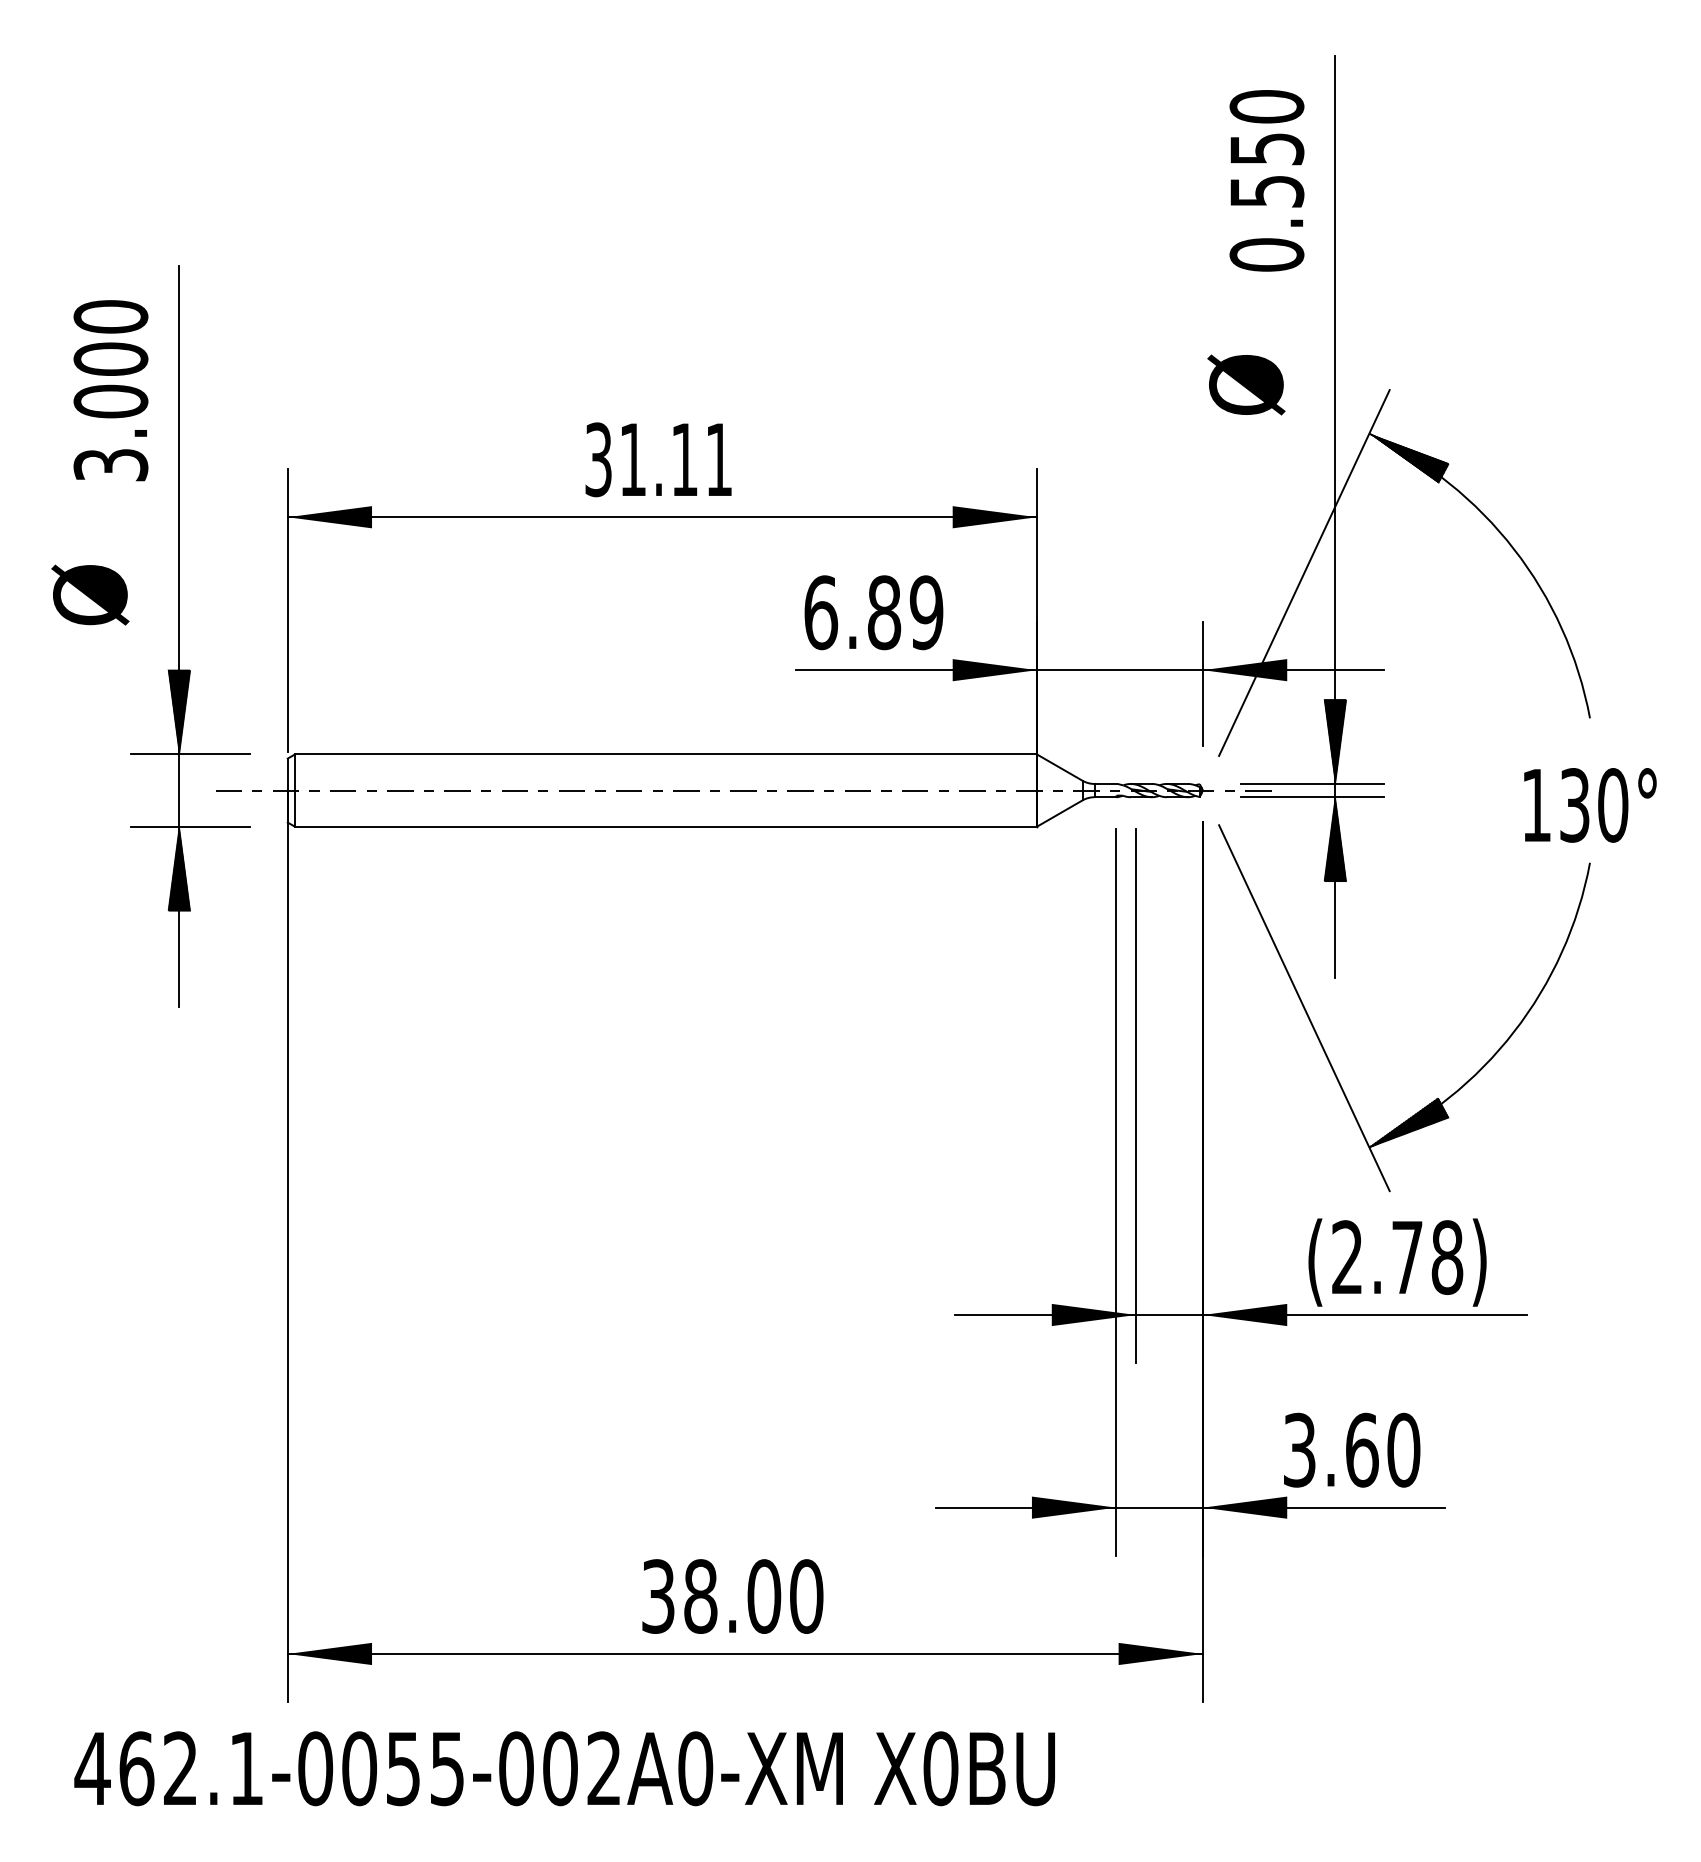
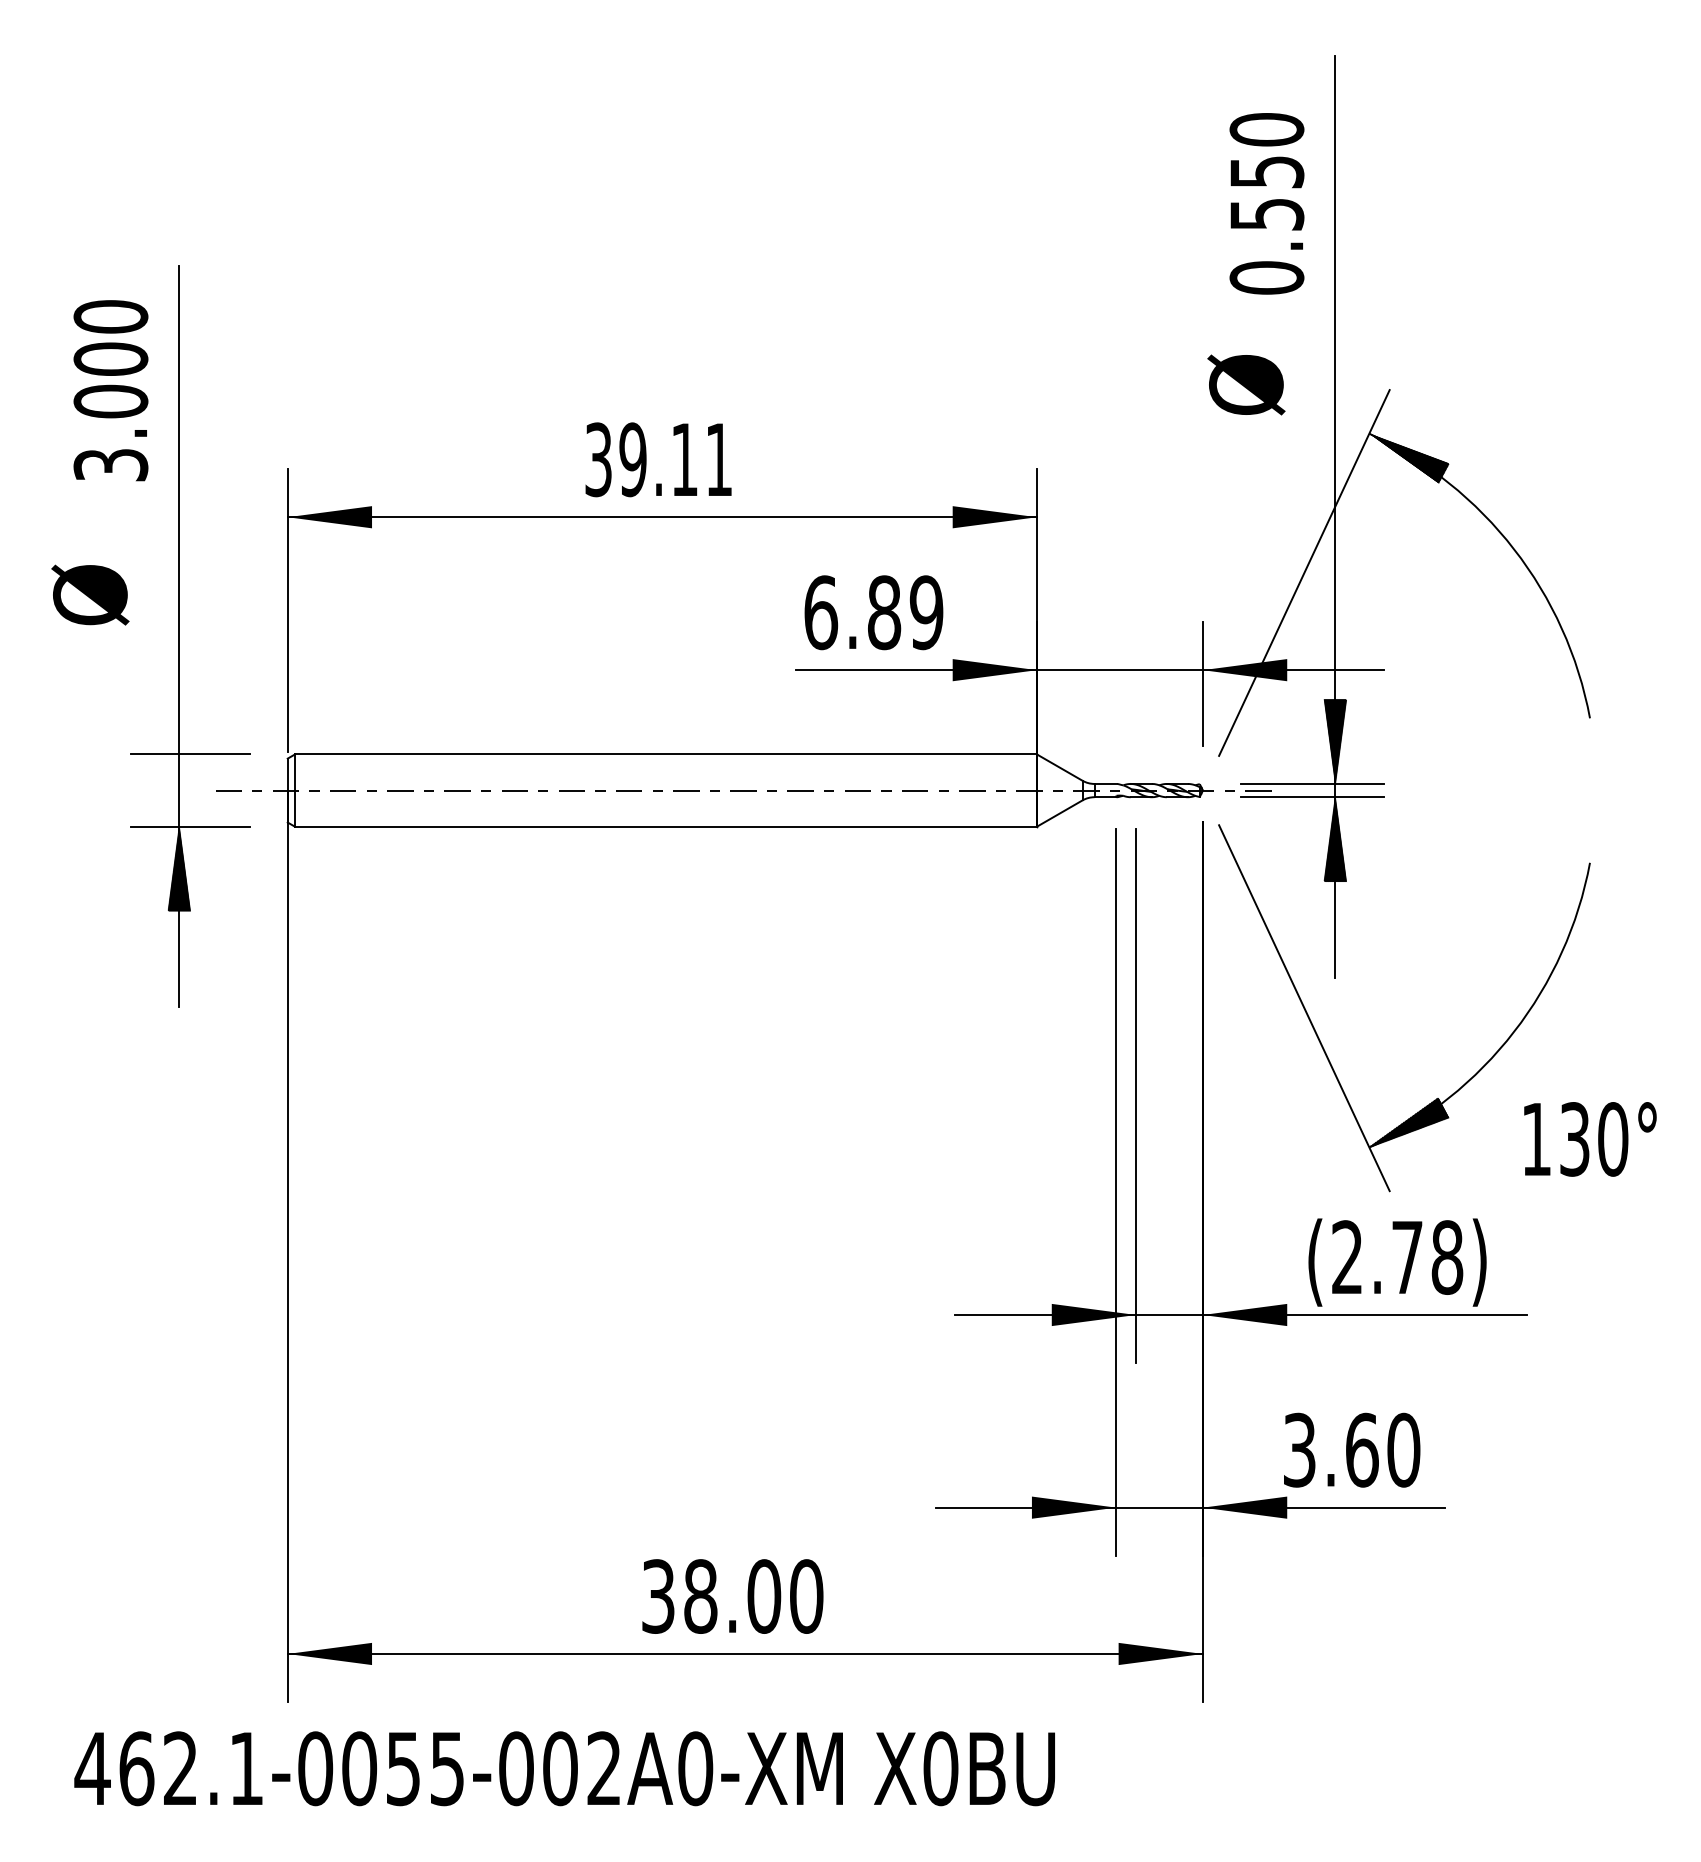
text at (1266, 180) position: (1266, 180) -> (1266, 203)
text at (632, 459): 31.11 -> 39.11
hatch at (179, 711): present -> none
text at (1590, 805) position: (1590, 805) -> (1590, 1139)
